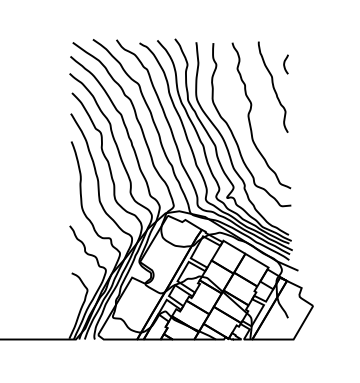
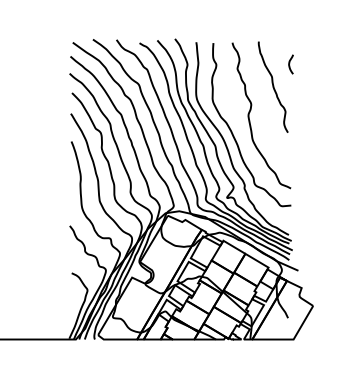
curve at (285, 63) position: (285, 63) -> (290, 63)
